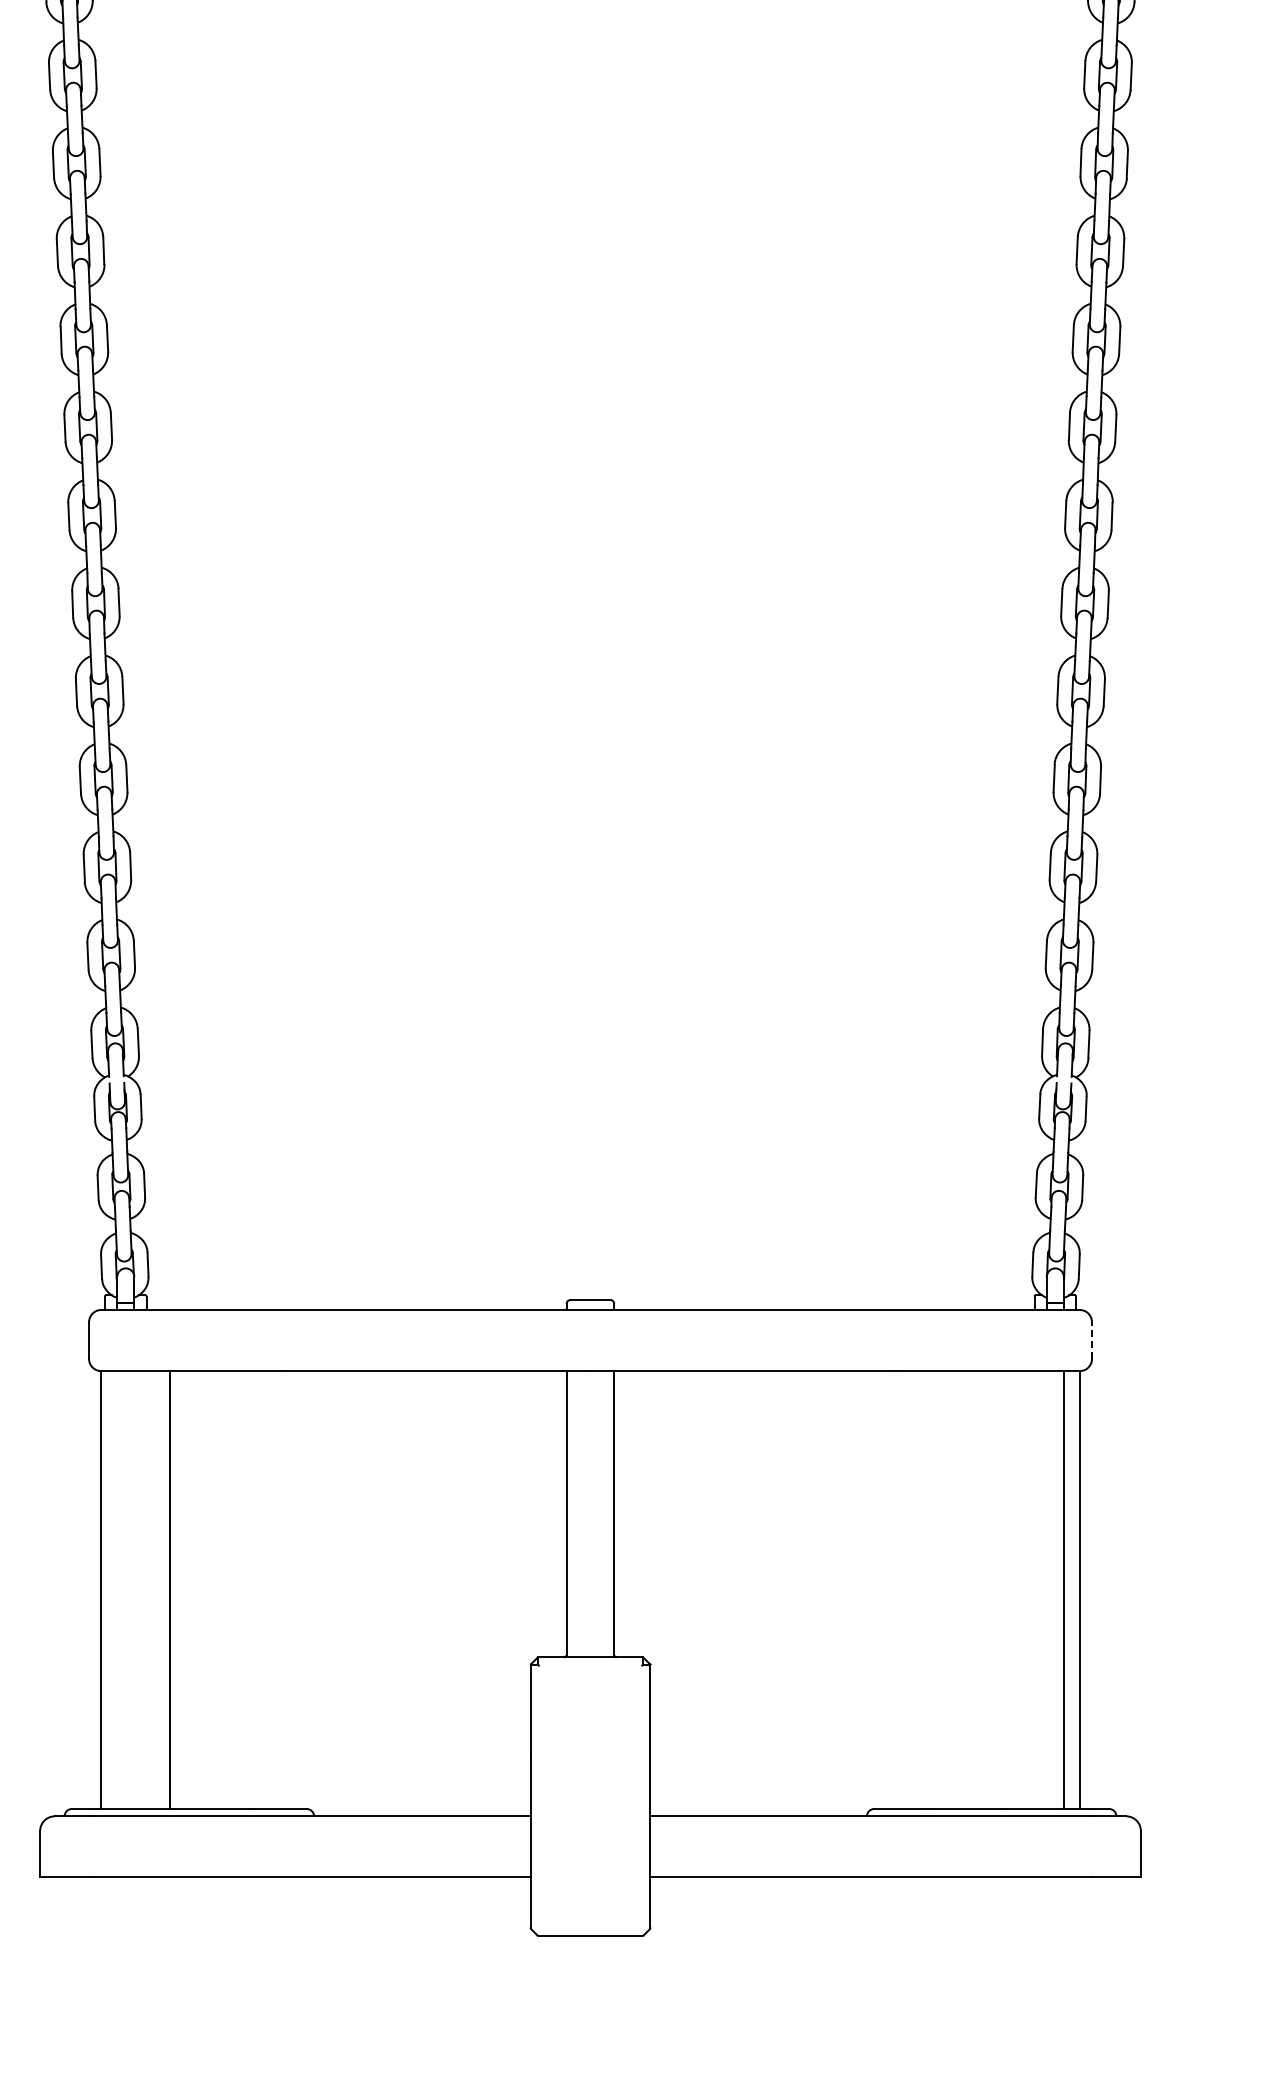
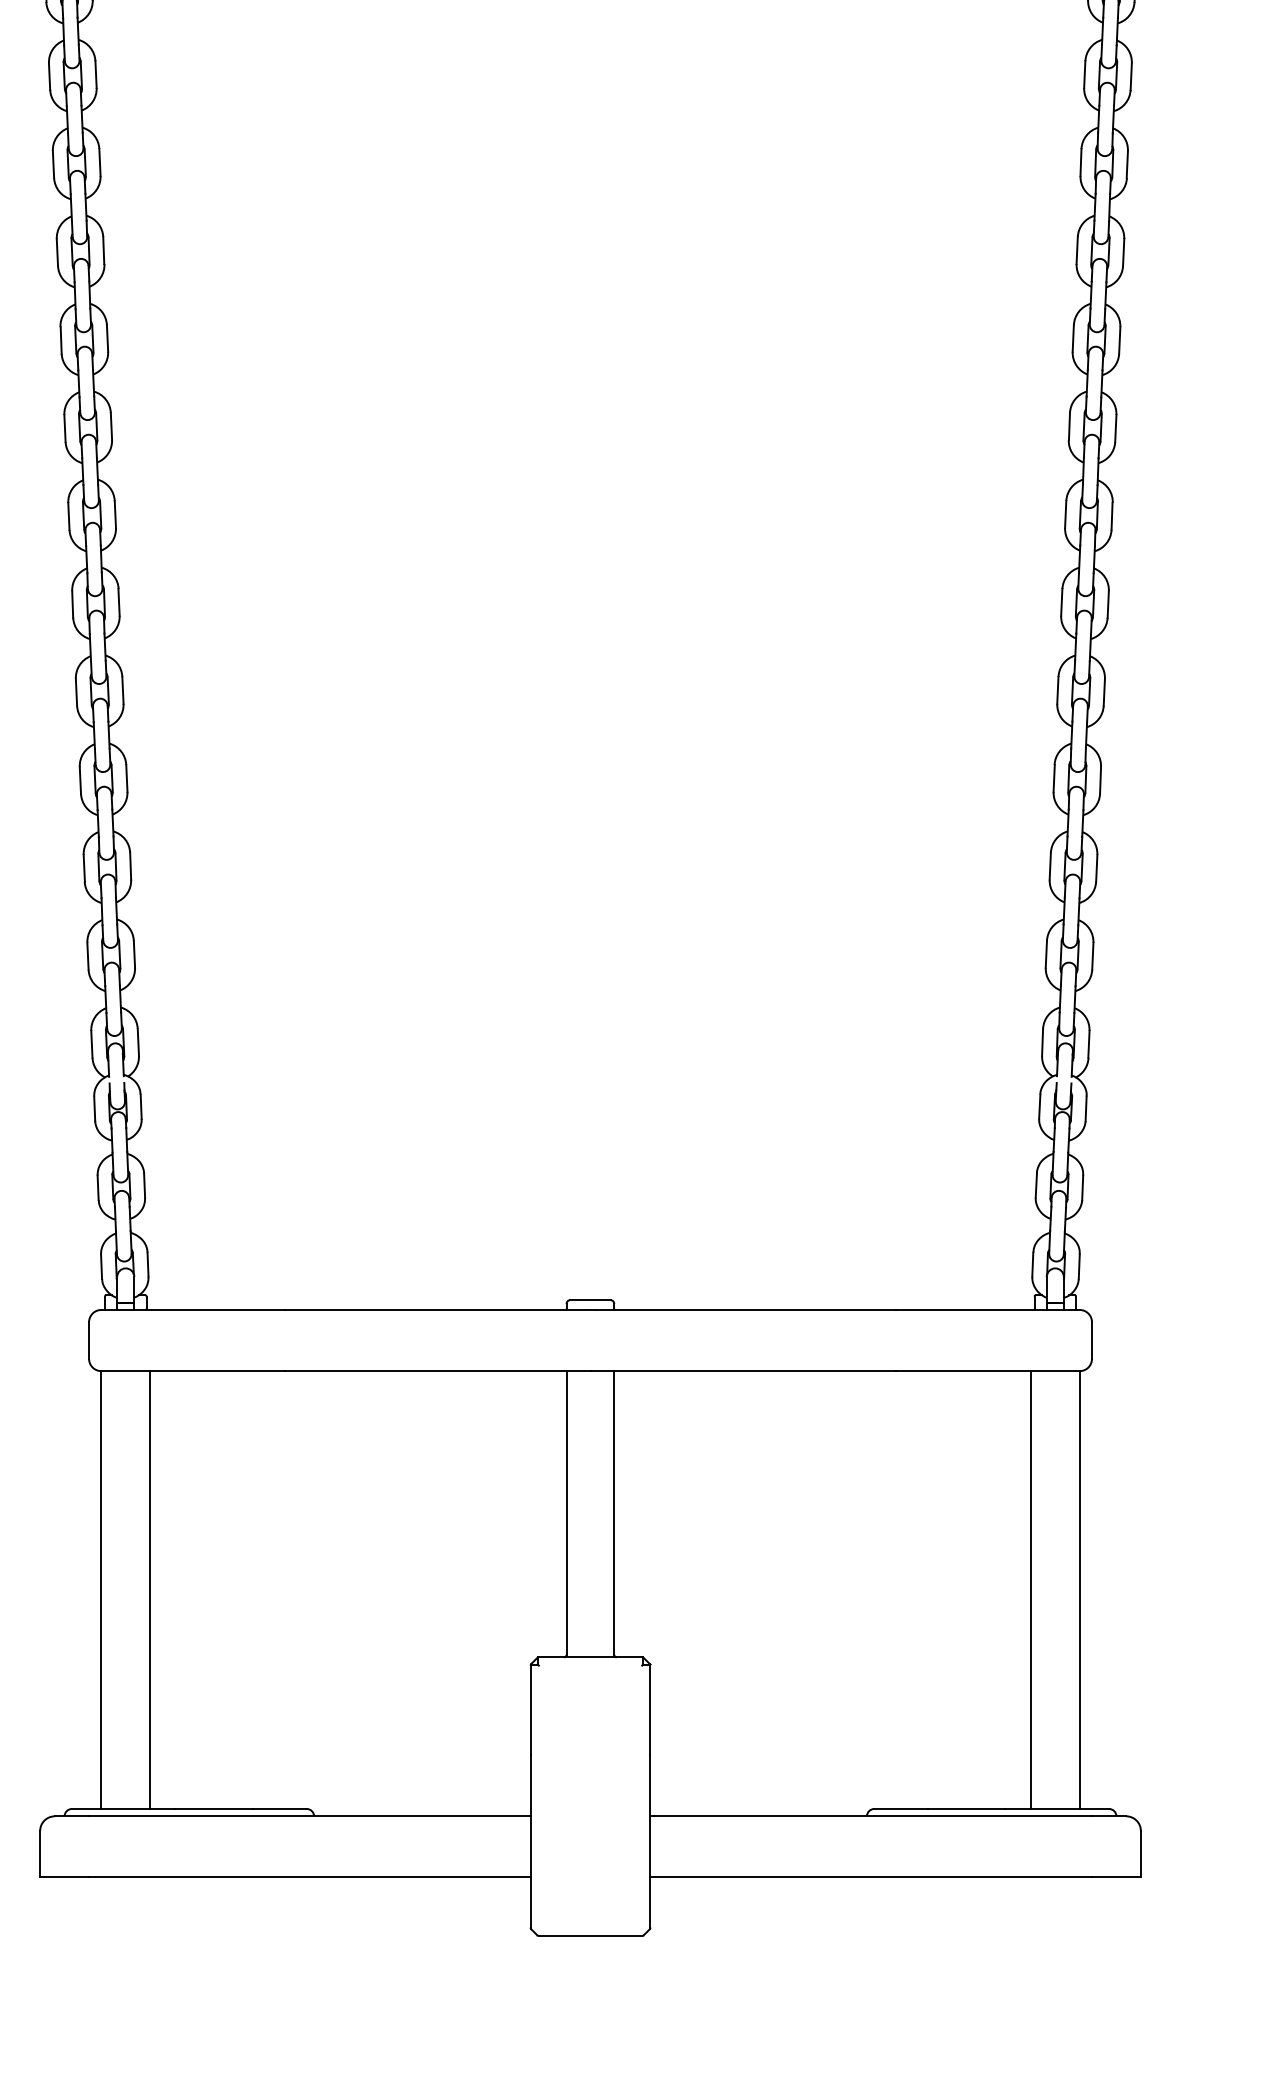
line at (1091, 1340): dashed -> solid
line at (170, 1589) position: (170, 1589) -> (150, 1589)
line at (1063, 1589) position: (1063, 1589) -> (1030, 1589)
